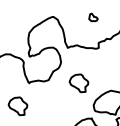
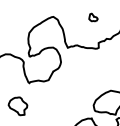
part at (78, 83): present -> none
